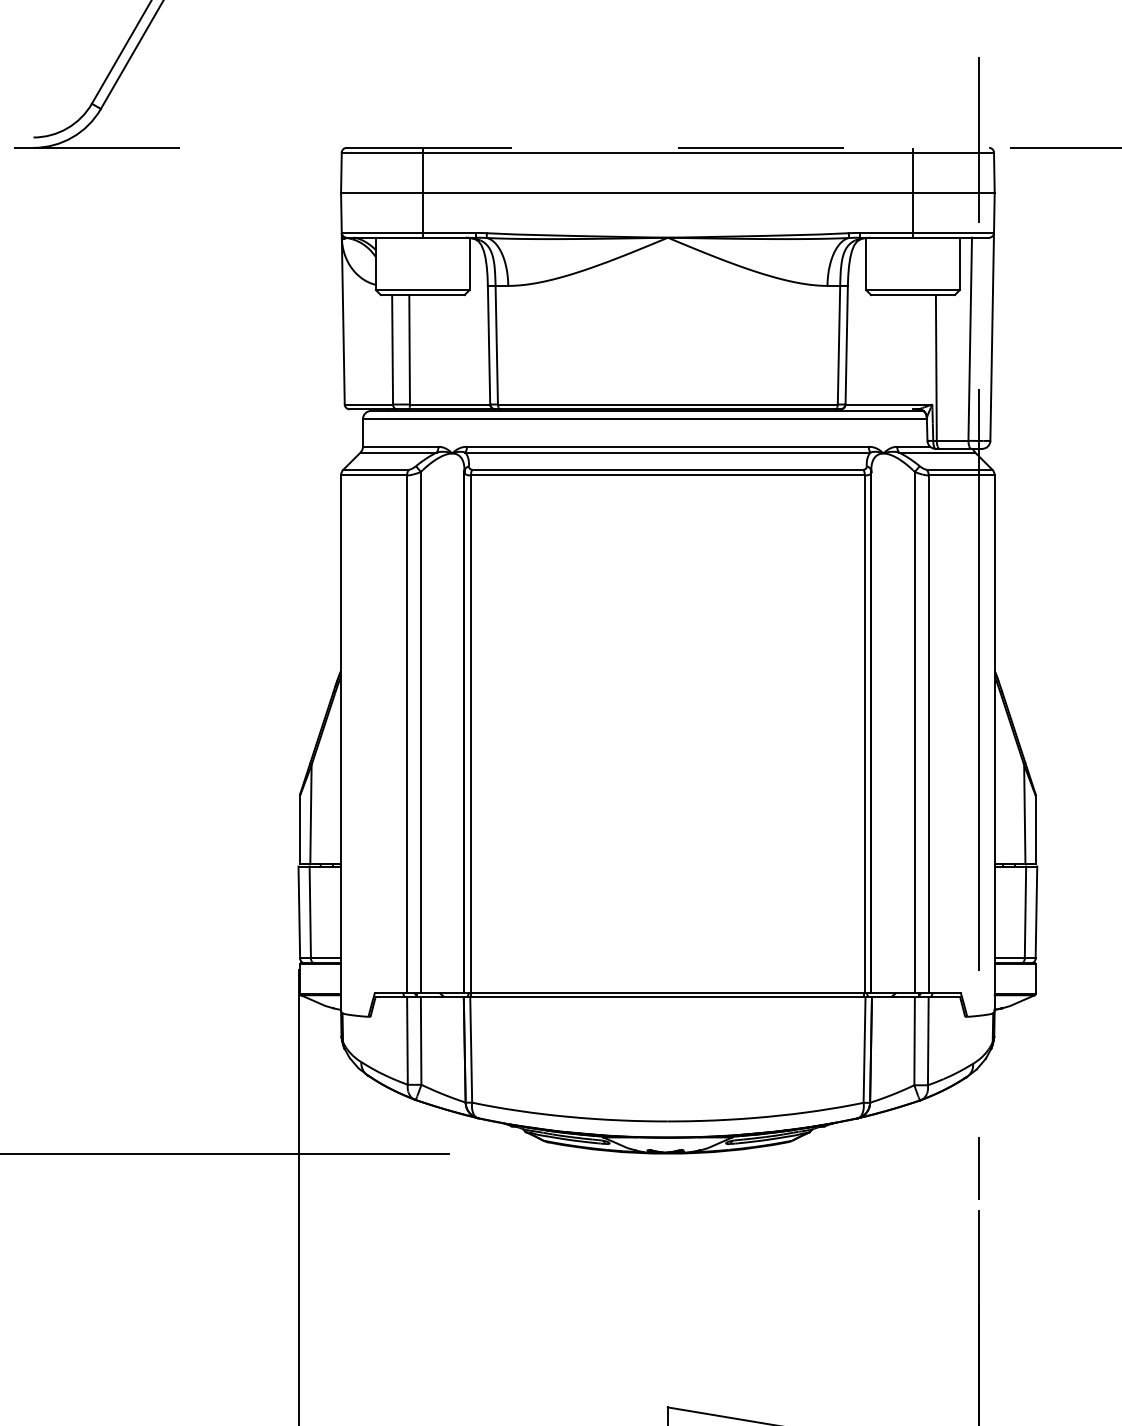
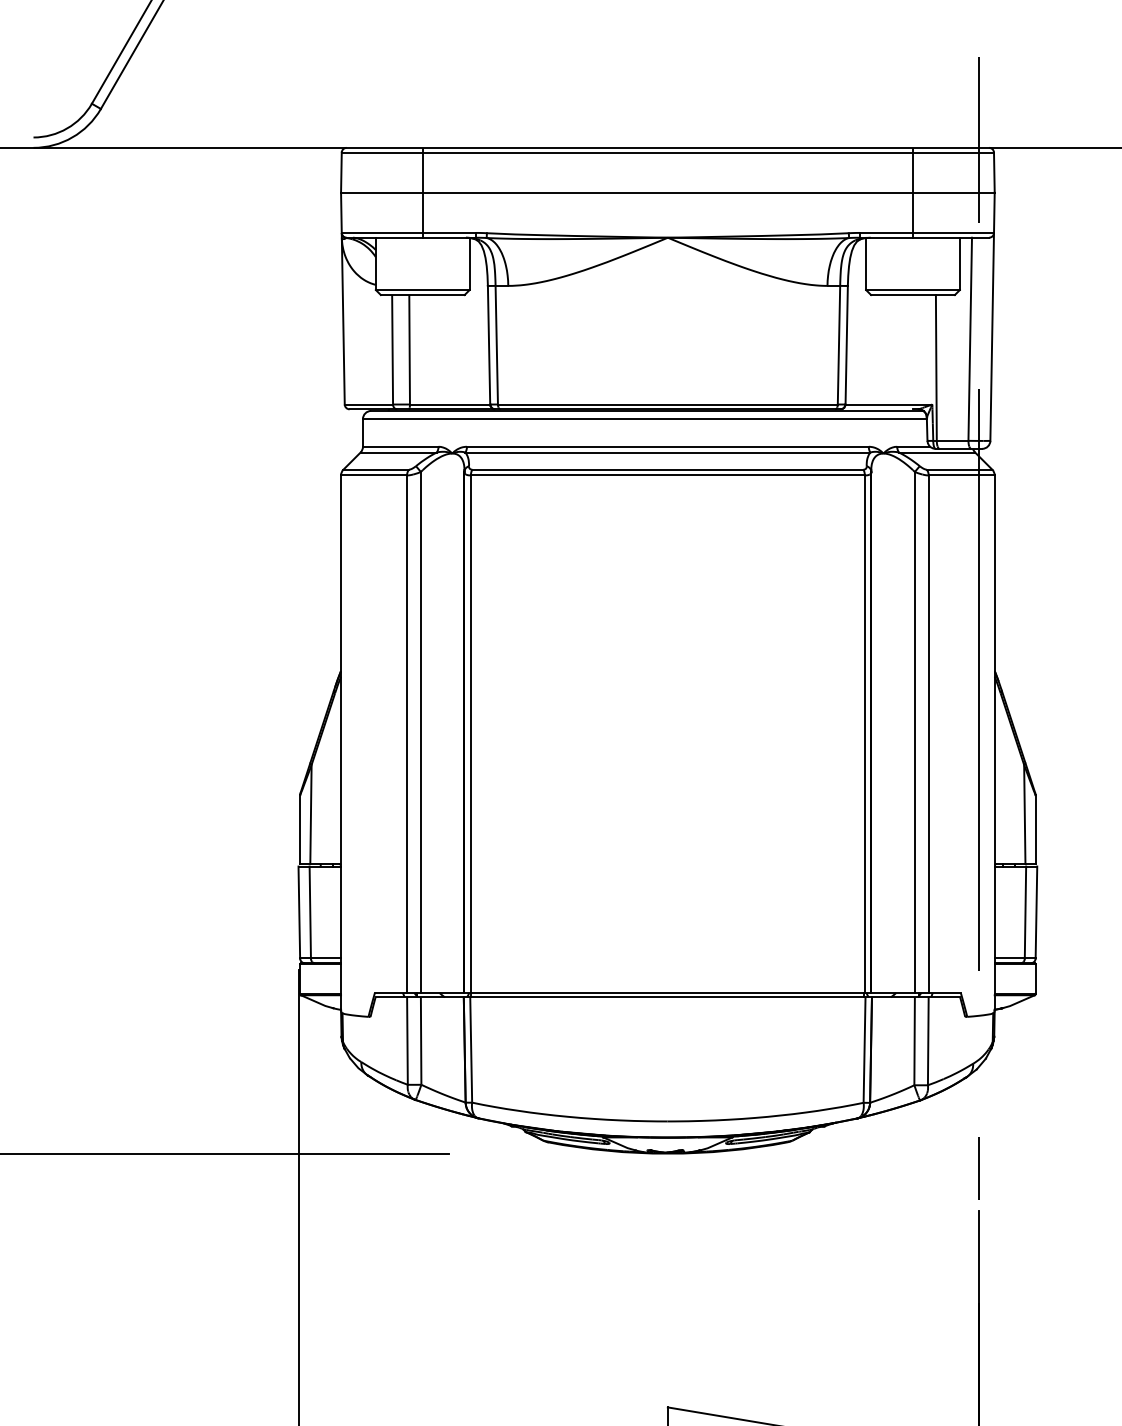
line at (561, 147): dashed -> solid
